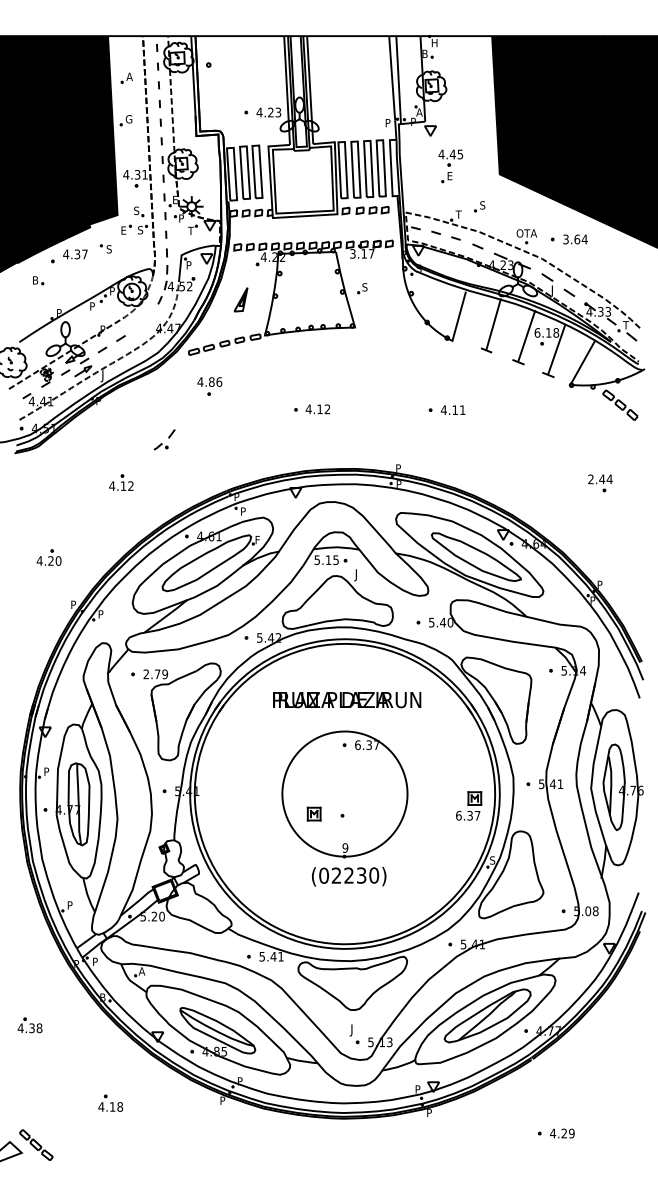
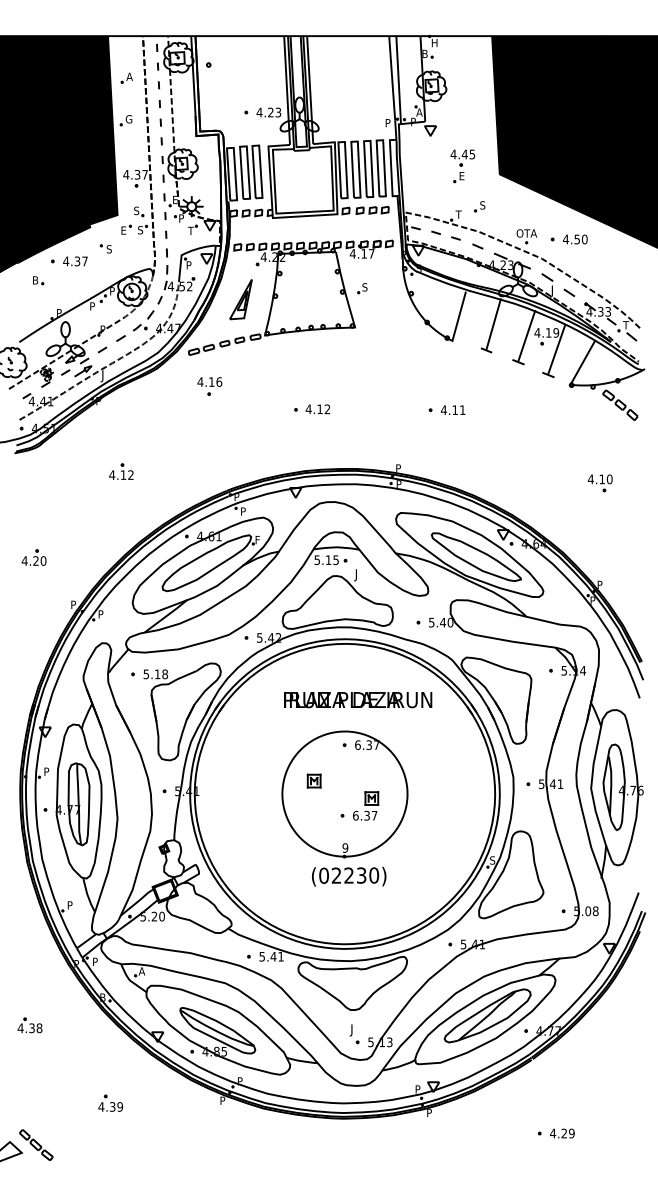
part at (450, 166) position: (450, 166) -> (462, 166)
text at (144, 174): 4.31 -> 4.37
text at (574, 239): 3.64 -> 4.50
text at (352, 253): 3.17 -> 4.17
text at (75, 254) position: (75, 254) -> (75, 261)
part at (240, 299) size: 16x26 px -> 24x42 px
text at (546, 332): 6.18 -> 4.19
text at (211, 381): 4.86 -> 4.16
part at (164, 439) position: (164, 439) -> (143, 320)
text at (599, 479): 2.44 -> 4.10
part at (121, 482) position: (121, 482) -> (121, 471)
part at (48, 557) position: (48, 557) -> (33, 557)
text at (155, 674): 2.79 -> 5.18
text at (347, 700) position: (347, 700) -> (358, 700)
part at (469, 805) position: (469, 805) -> (366, 805)
part at (313, 813) position: (313, 813) -> (313, 780)
text at (116, 1106): 4.18 -> 4.39
